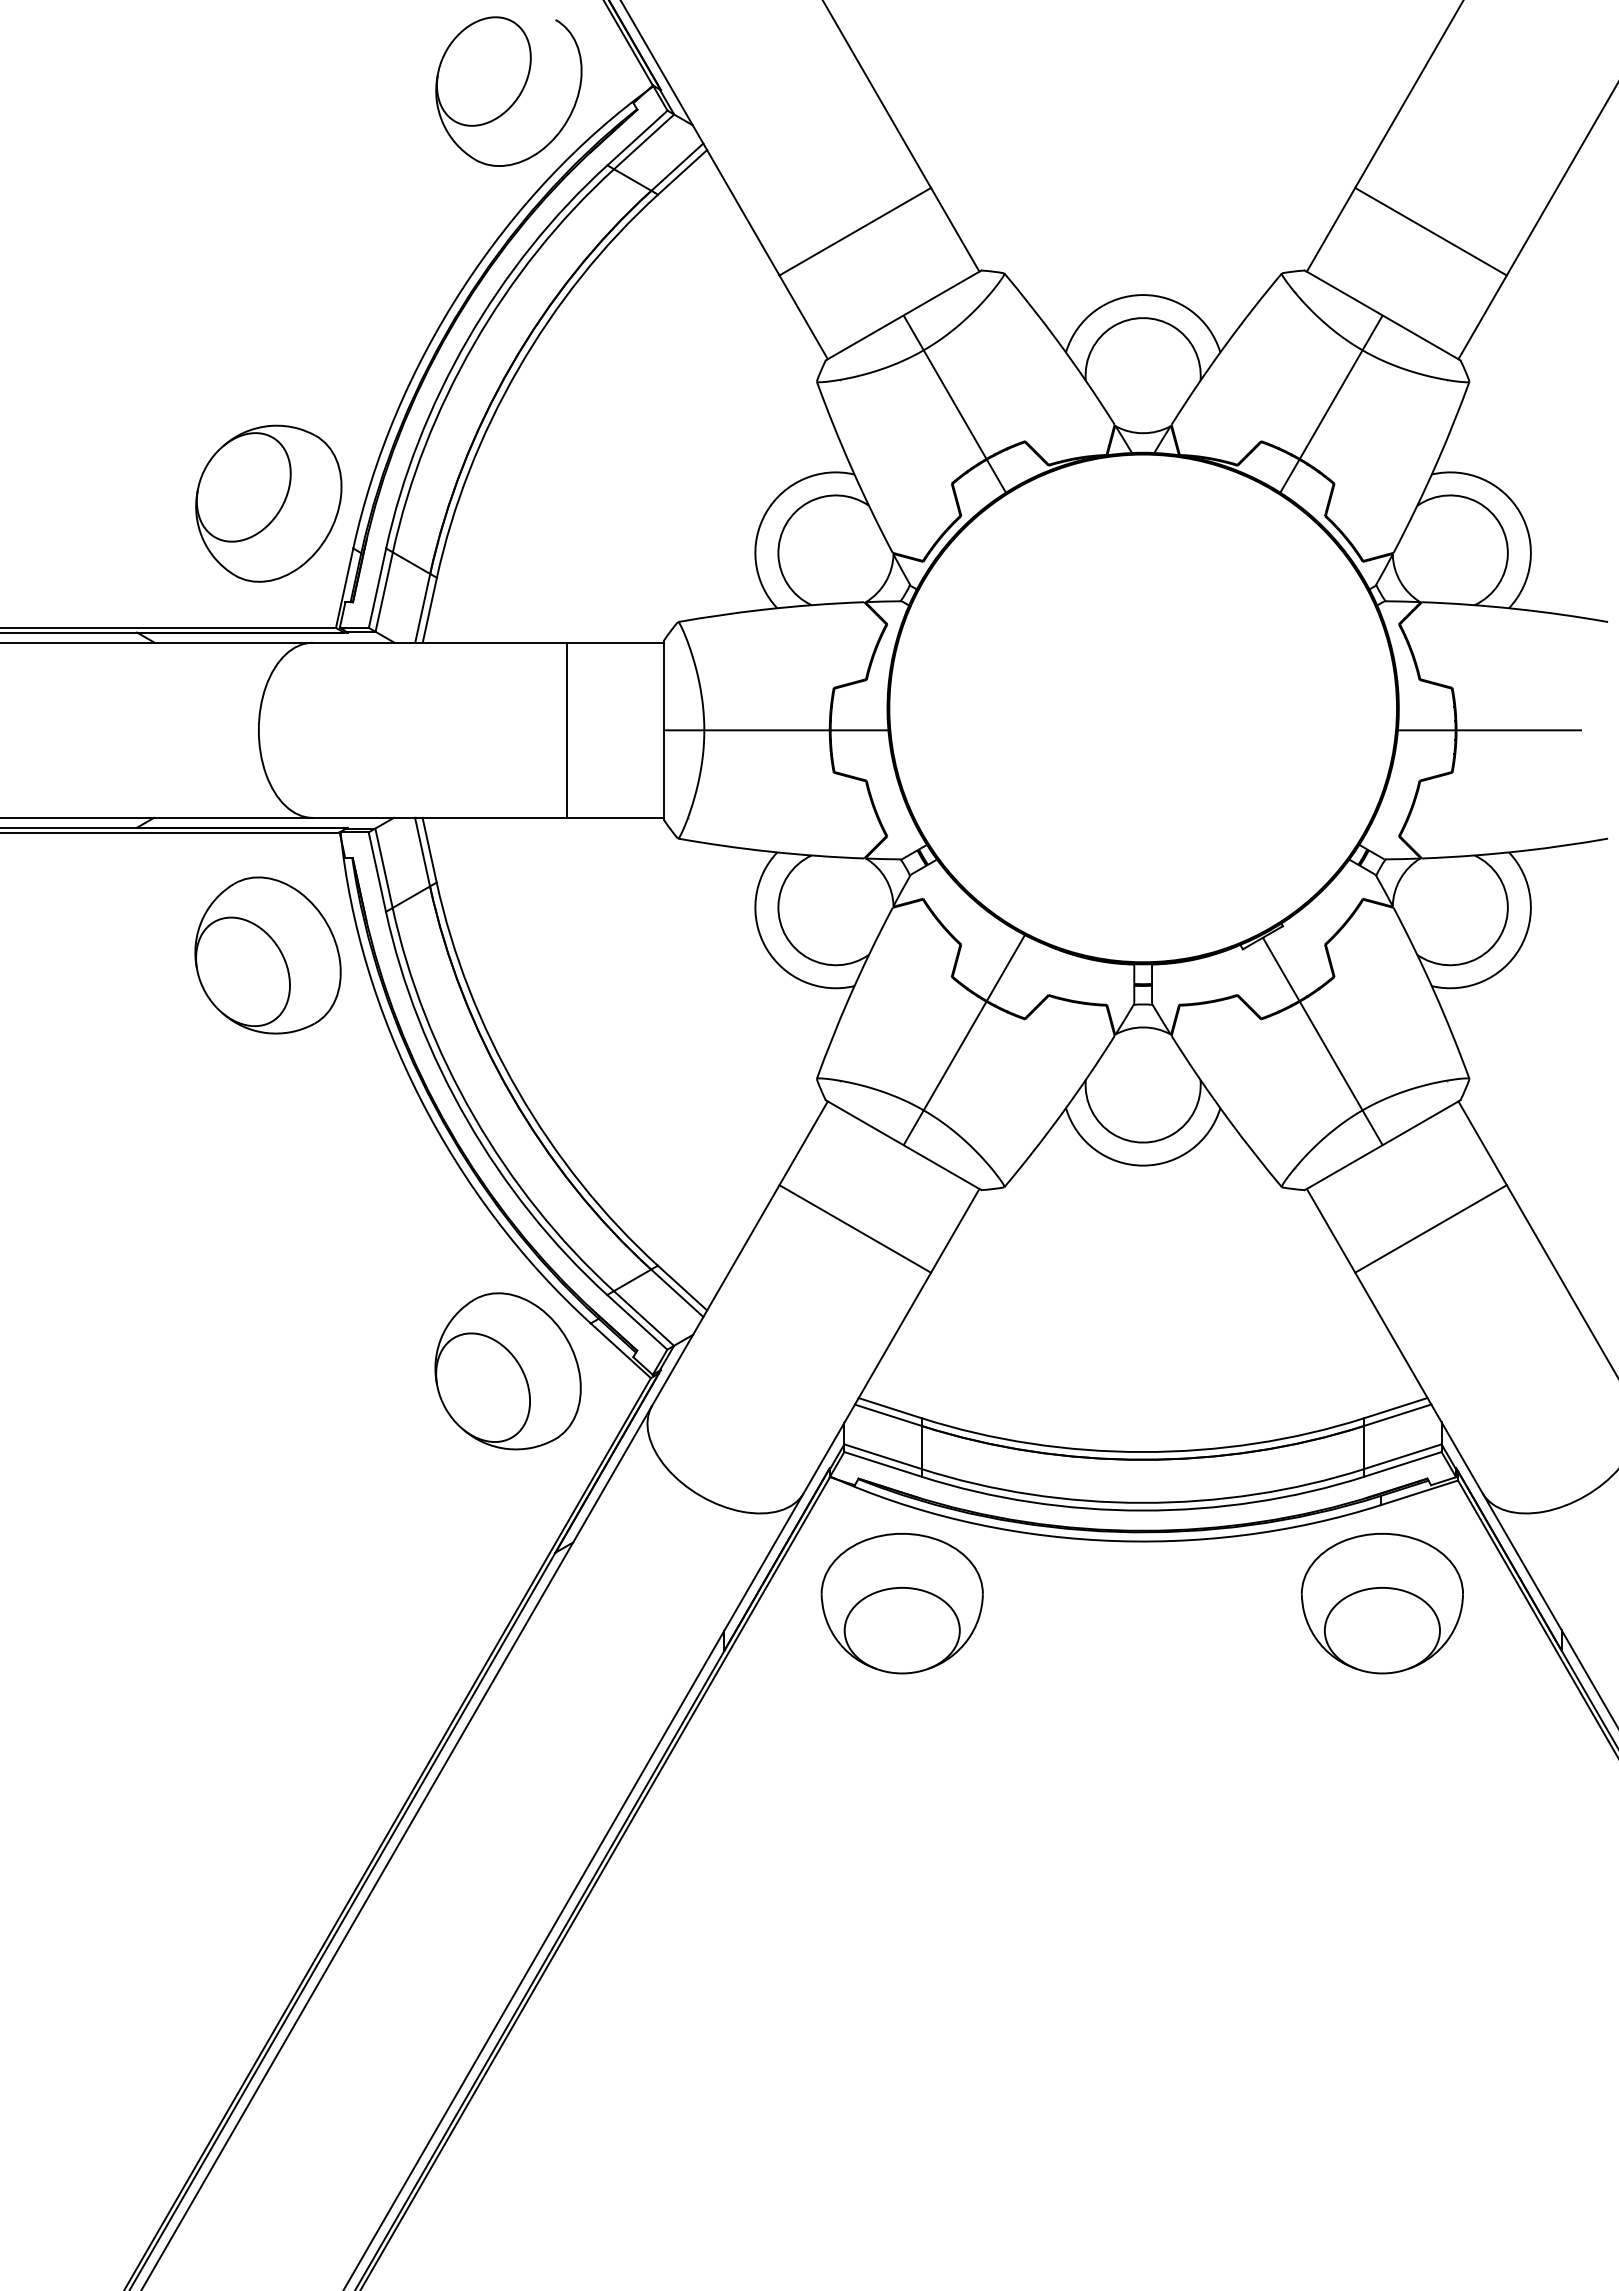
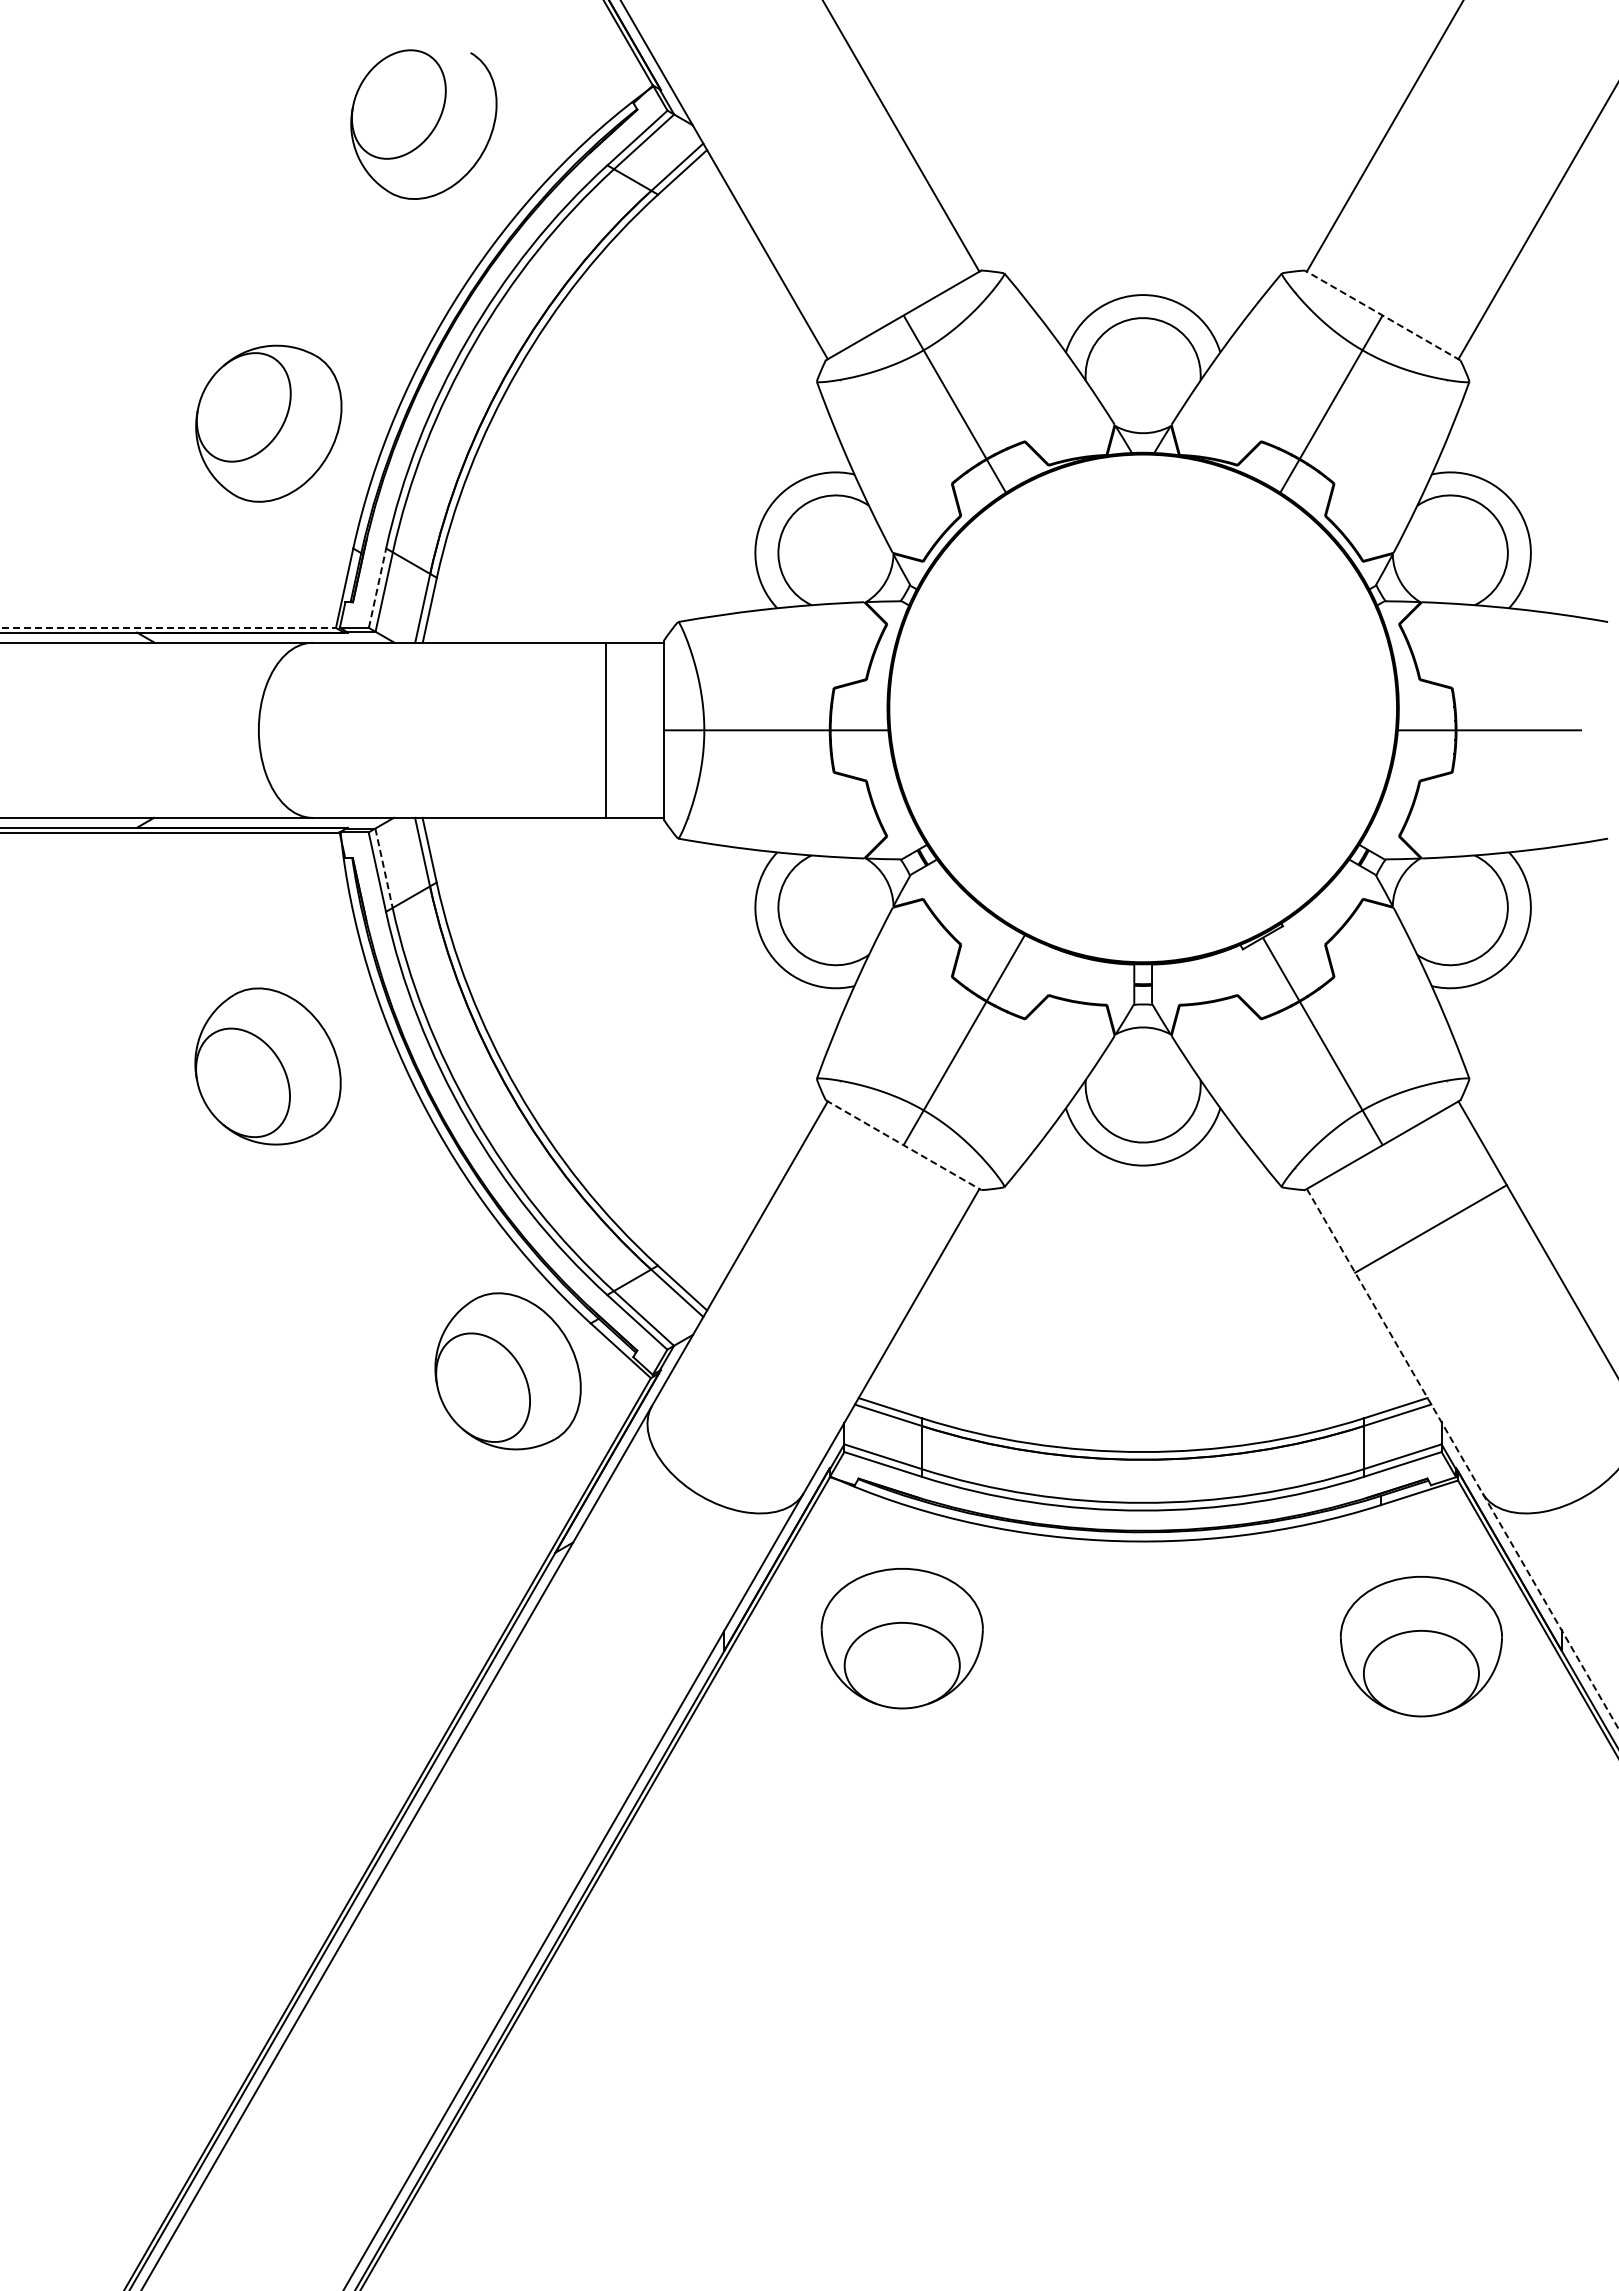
part at (508, 91) position: (508, 91) -> (423, 124)
line at (855, 231): present -> none
line at (1430, 231): present -> none
line at (1382, 315): solid -> dashed
part at (268, 503) position: (268, 503) -> (268, 423)
line at (377, 588): solid -> dashed
line at (168, 627): solid -> dashed
line at (567, 729) position: (567, 729) -> (606, 729)
line at (384, 868): solid -> dashed
part at (267, 955) position: (267, 955) -> (267, 1066)
line at (903, 1145): solid -> dashed
line at (855, 1228): present -> none
line at (1462, 1459): solid -> dashed
part at (901, 1603) position: (901, 1603) -> (901, 1638)
part at (1381, 1603) position: (1381, 1603) -> (1420, 1646)
